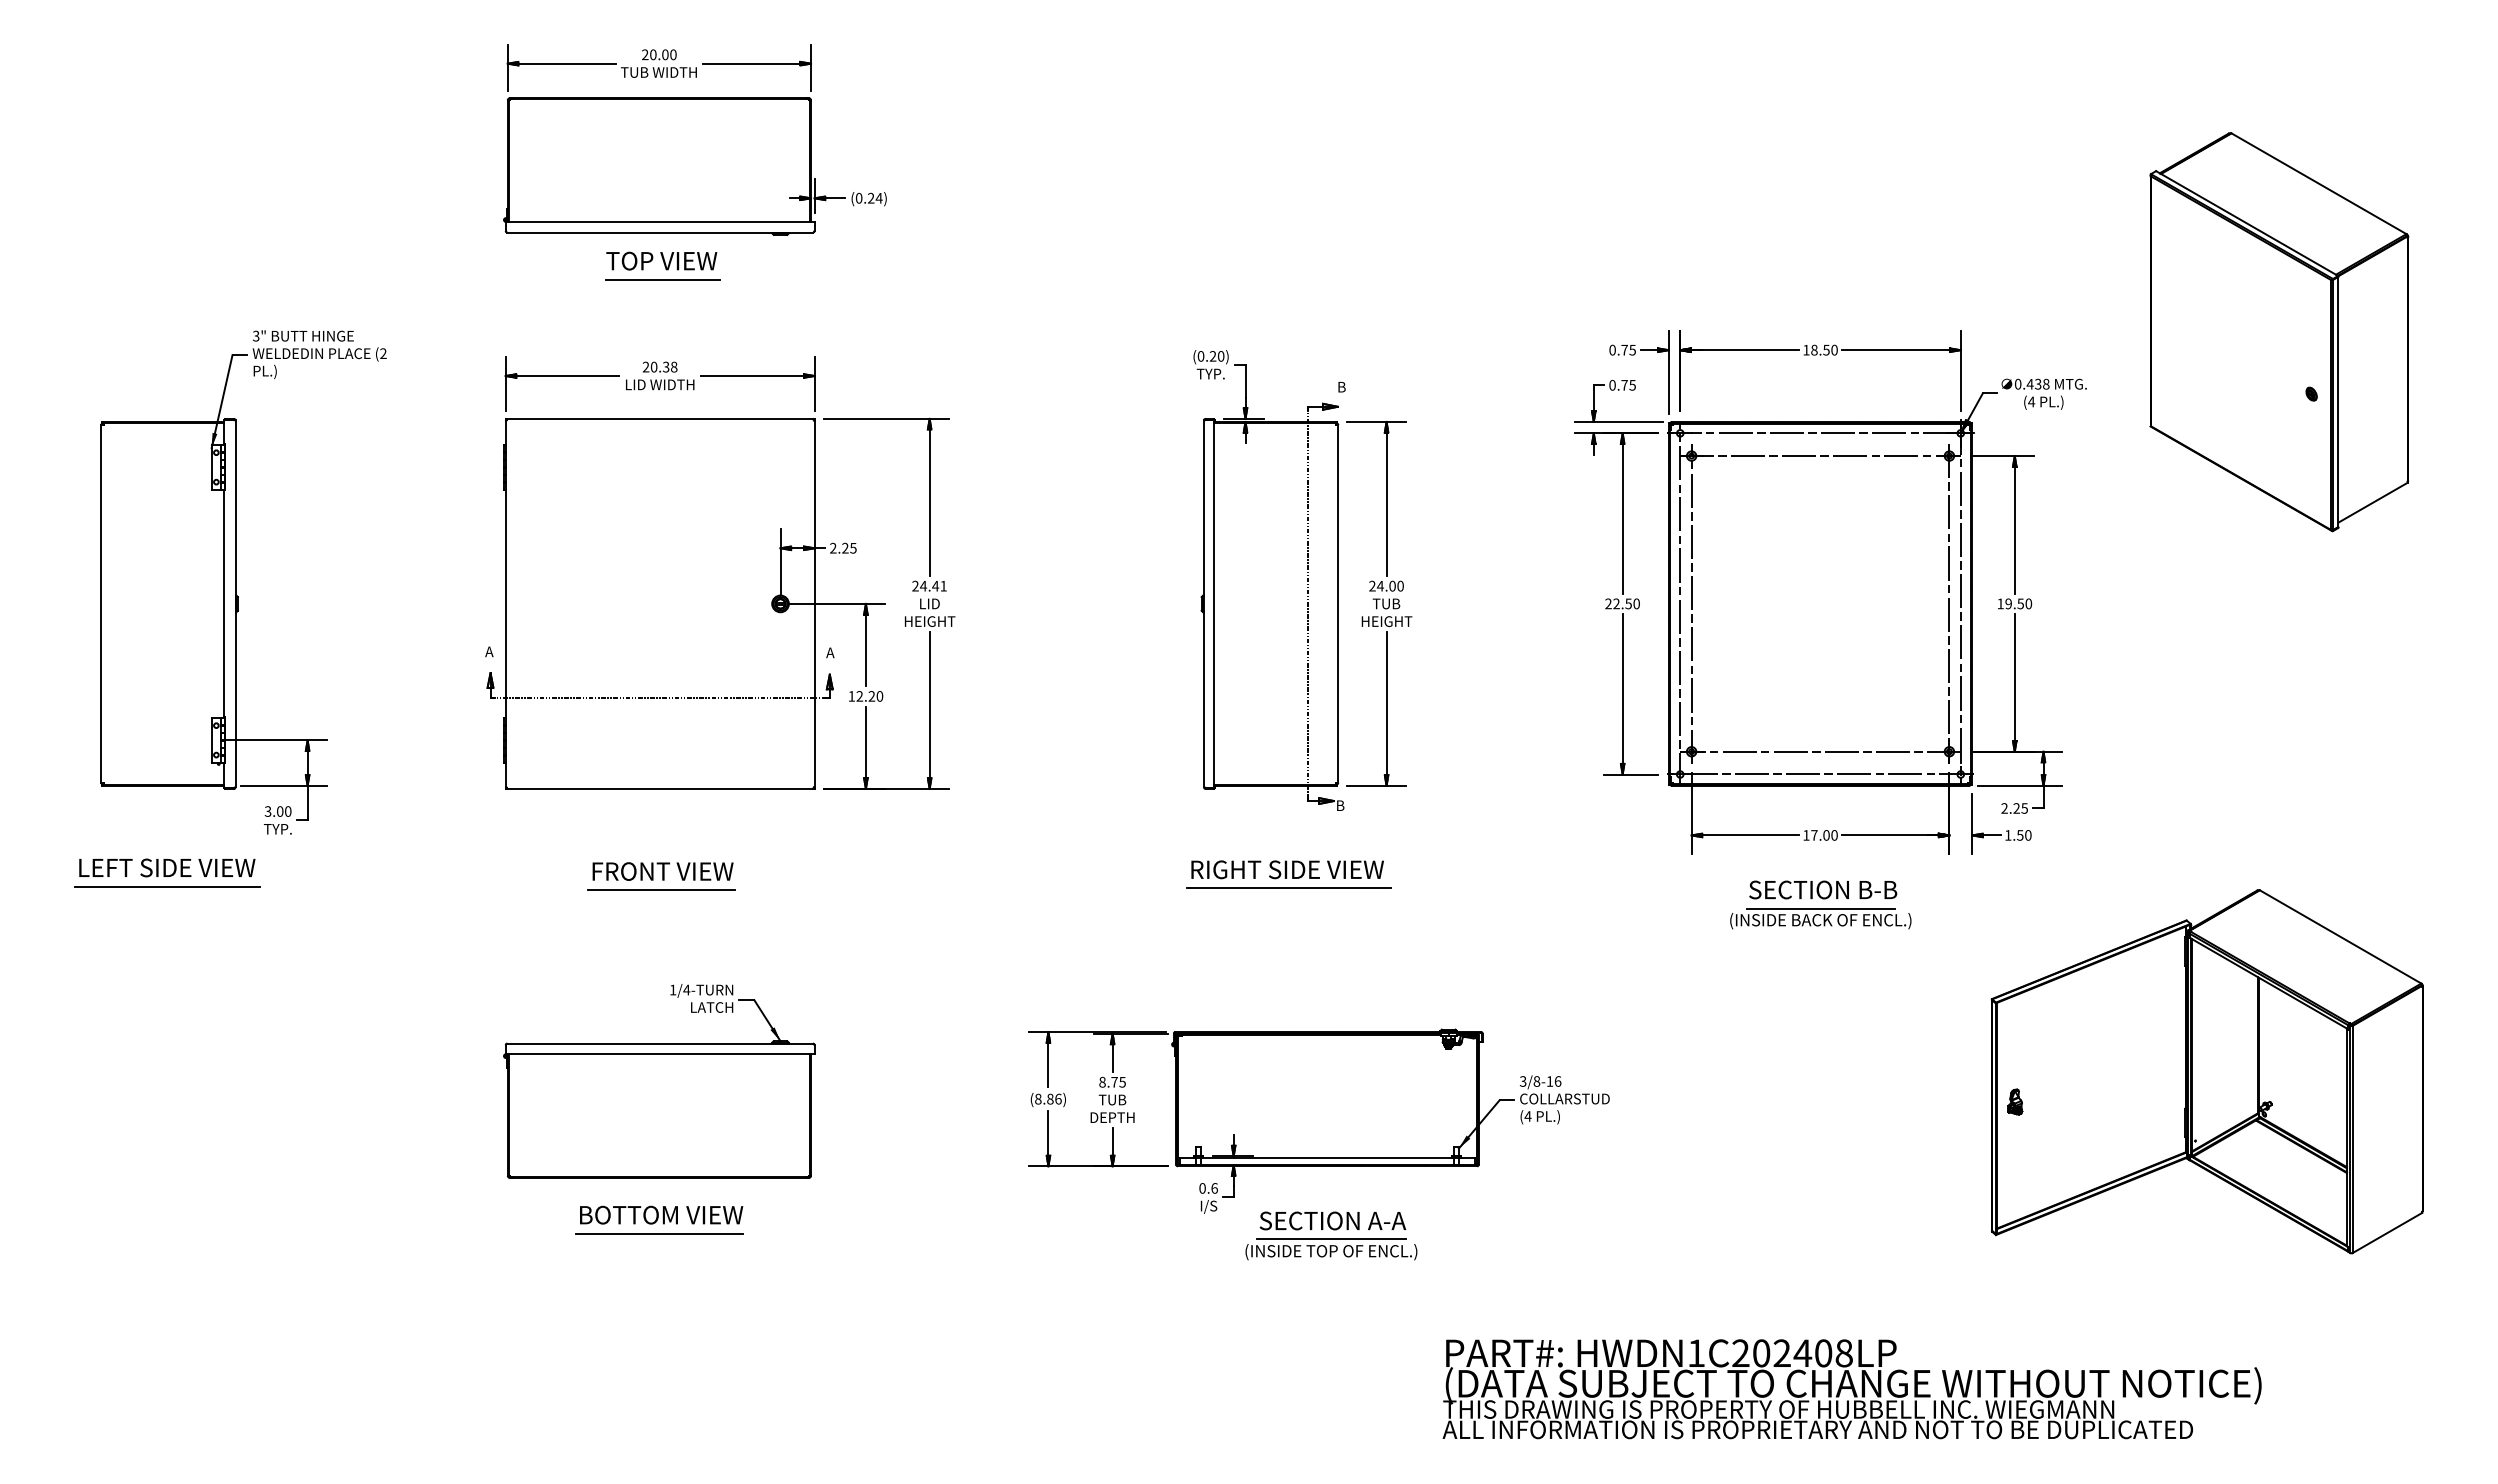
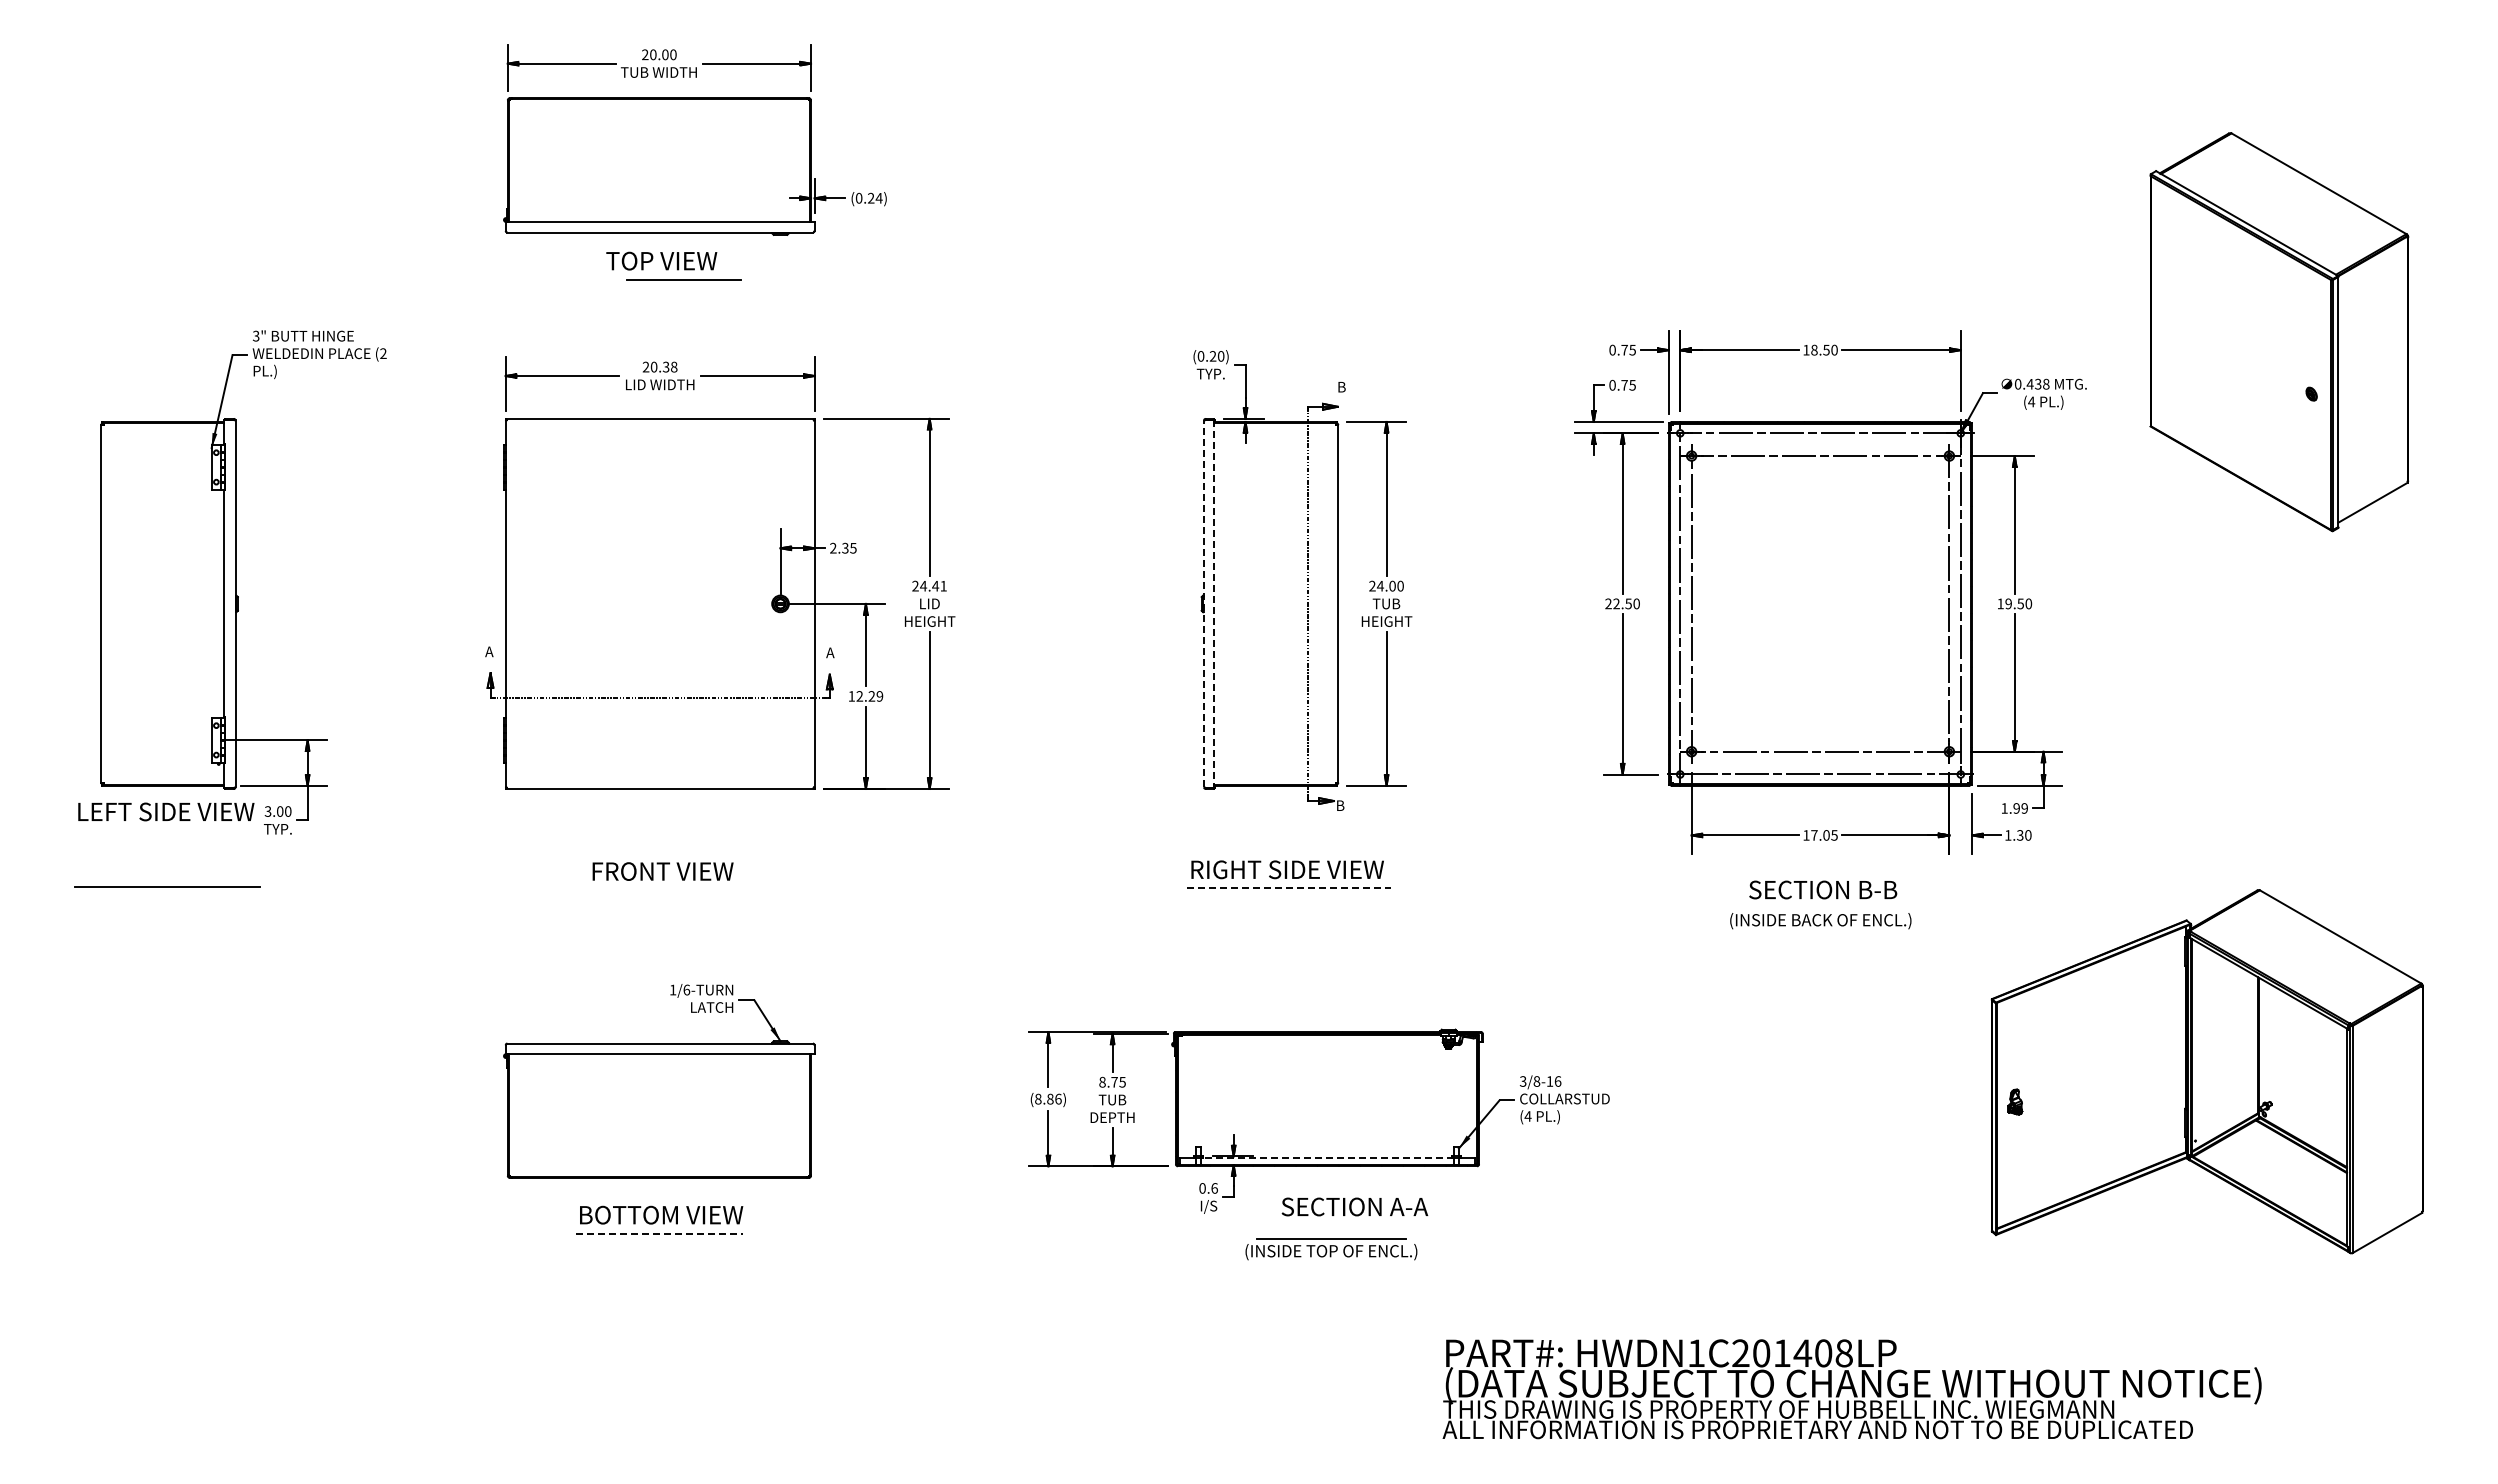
line at (662, 279) position: (662, 279) -> (683, 279)
text at (845, 548): 2.25 -> 2.35
line at (1204, 603): solid -> dashed
line at (1214, 603): solid -> dashed
text at (879, 696): 12.20 -> 12.29
text at (2014, 808): 2.25 -> 1.99
text at (2020, 834): 1.50 -> 1.30
text at (1834, 835): 17.00 -> 17.05
text at (167, 867) position: (167, 867) -> (166, 811)
line at (1289, 888): solid -> dashed
line at (661, 889): present -> none
line at (1820, 908): present -> none
text at (686, 989): 1/4-TURN -> 1/6-TURN
line at (1327, 1157): solid -> dashed
text at (1332, 1220) position: (1332, 1220) -> (1354, 1206)
line at (659, 1233): solid -> dashed
text at (1781, 1352): HWDN1C202408LP -> HWDN1C201408LP
